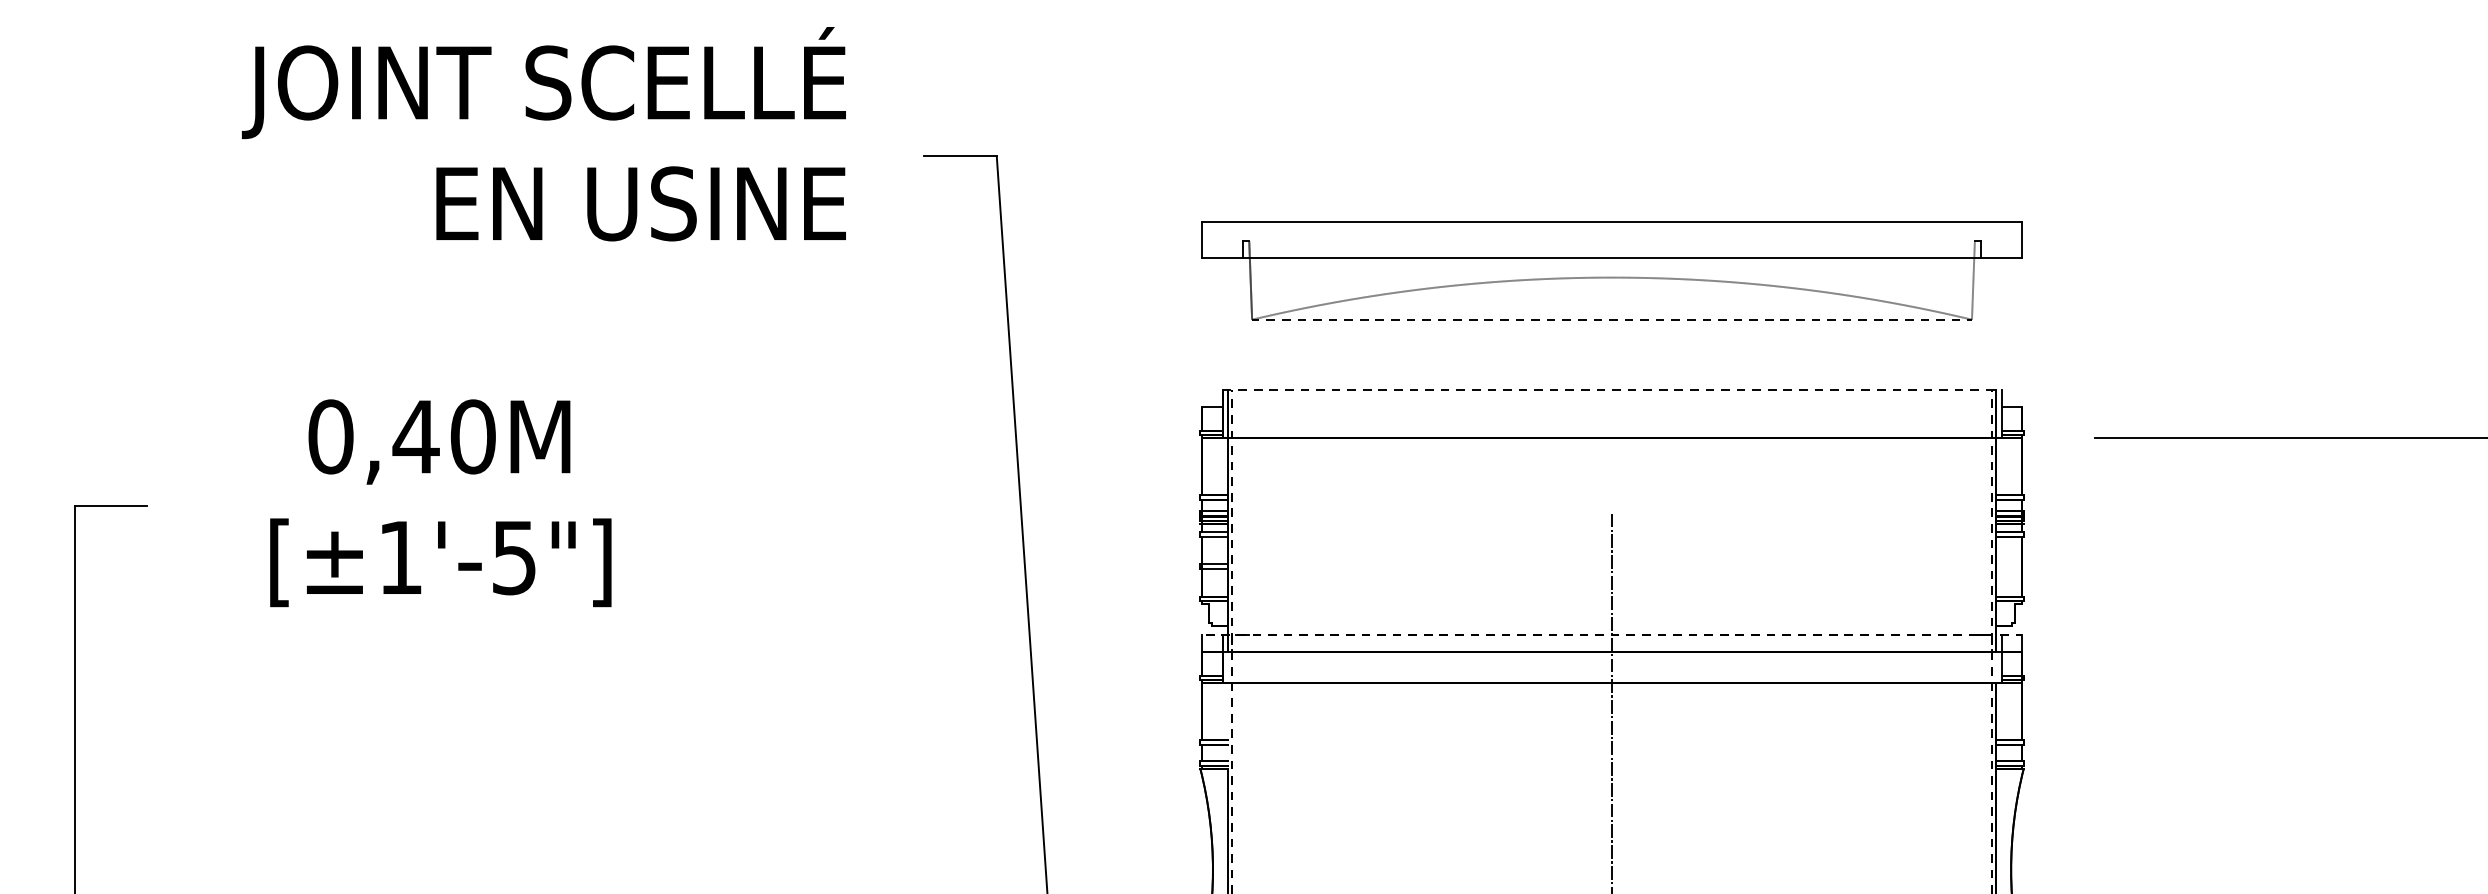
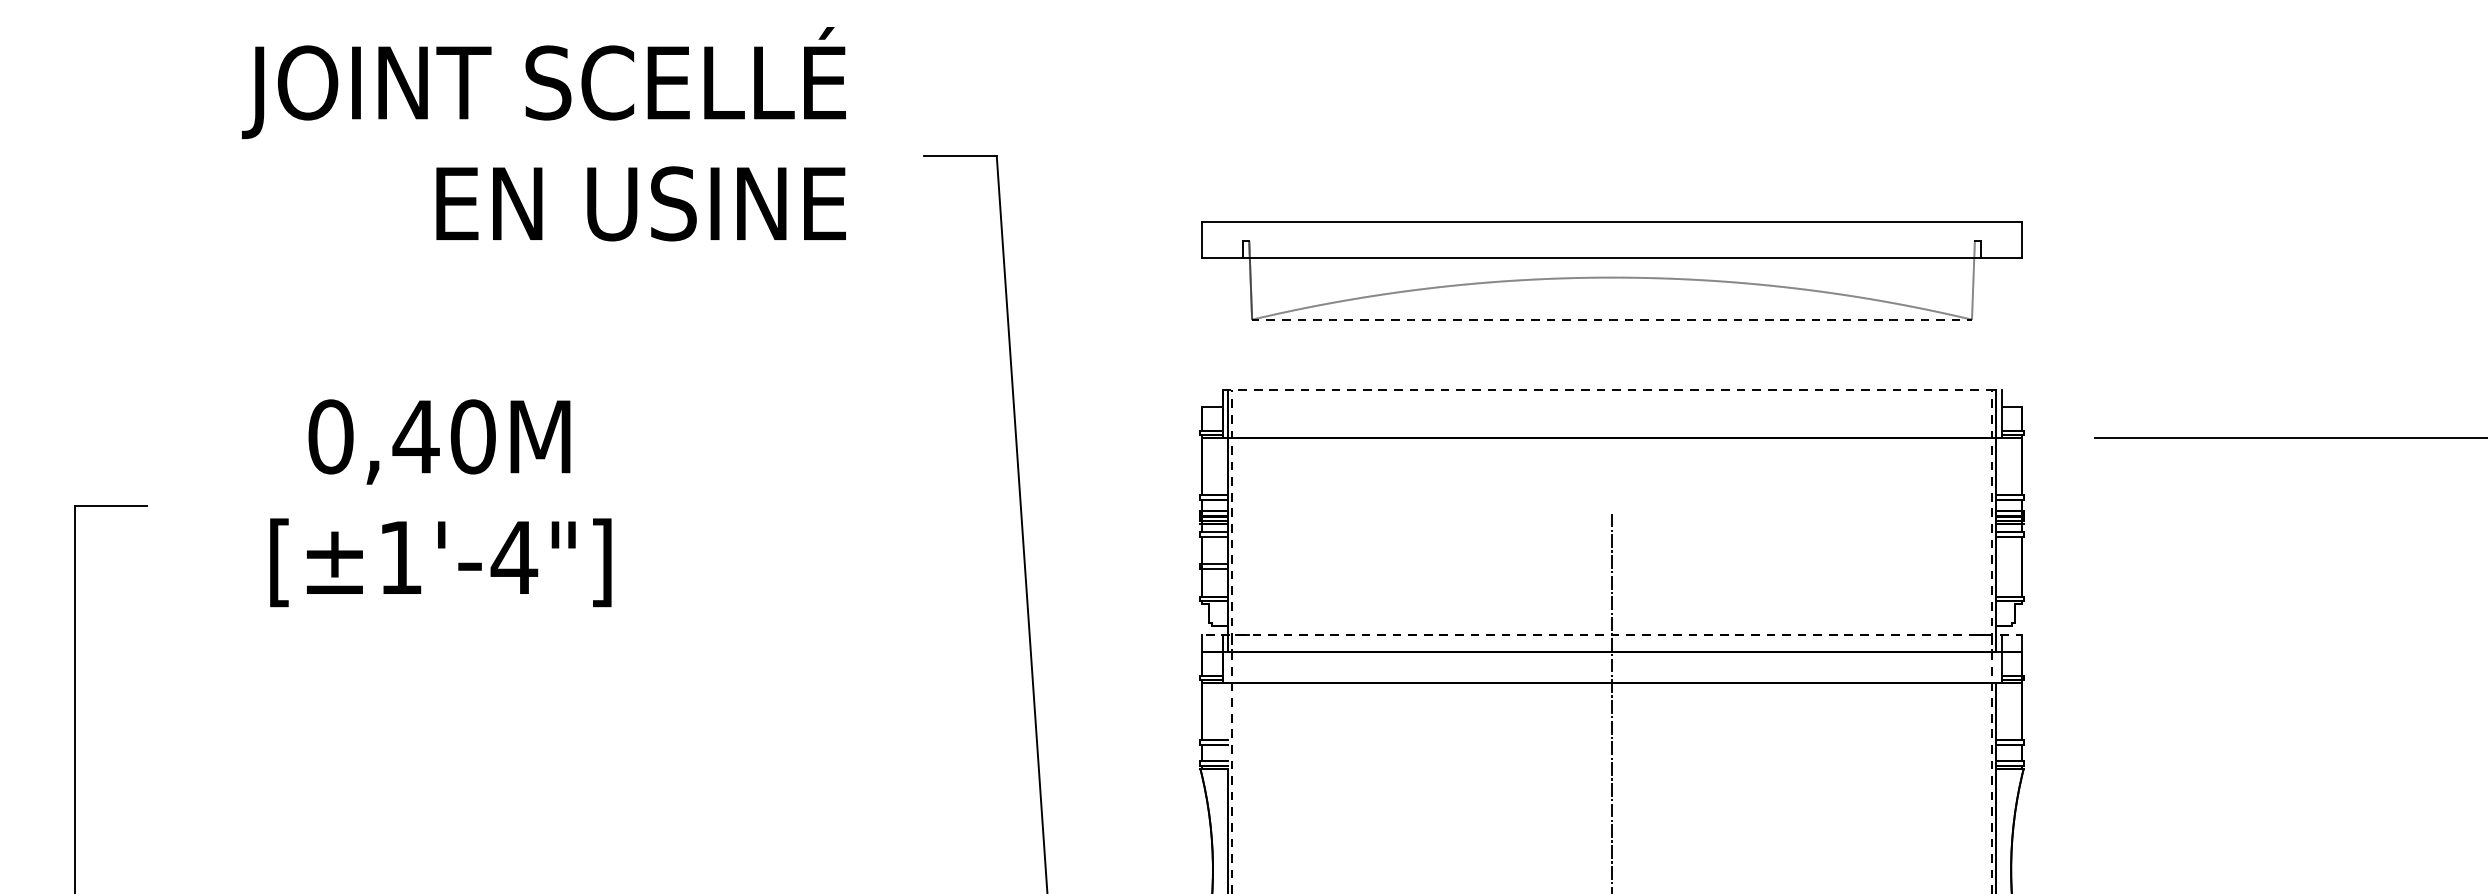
text at (514, 558): [±1'-5"] -> [±1'-4"]
